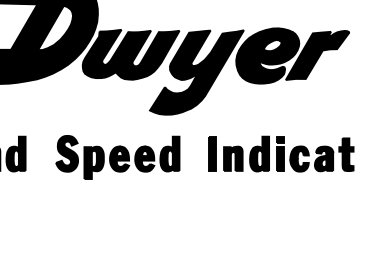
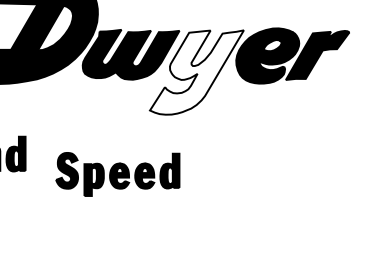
fill at (196, 72): present -> none
part at (281, 153): present -> none
part at (117, 157) position: (117, 157) -> (117, 174)
